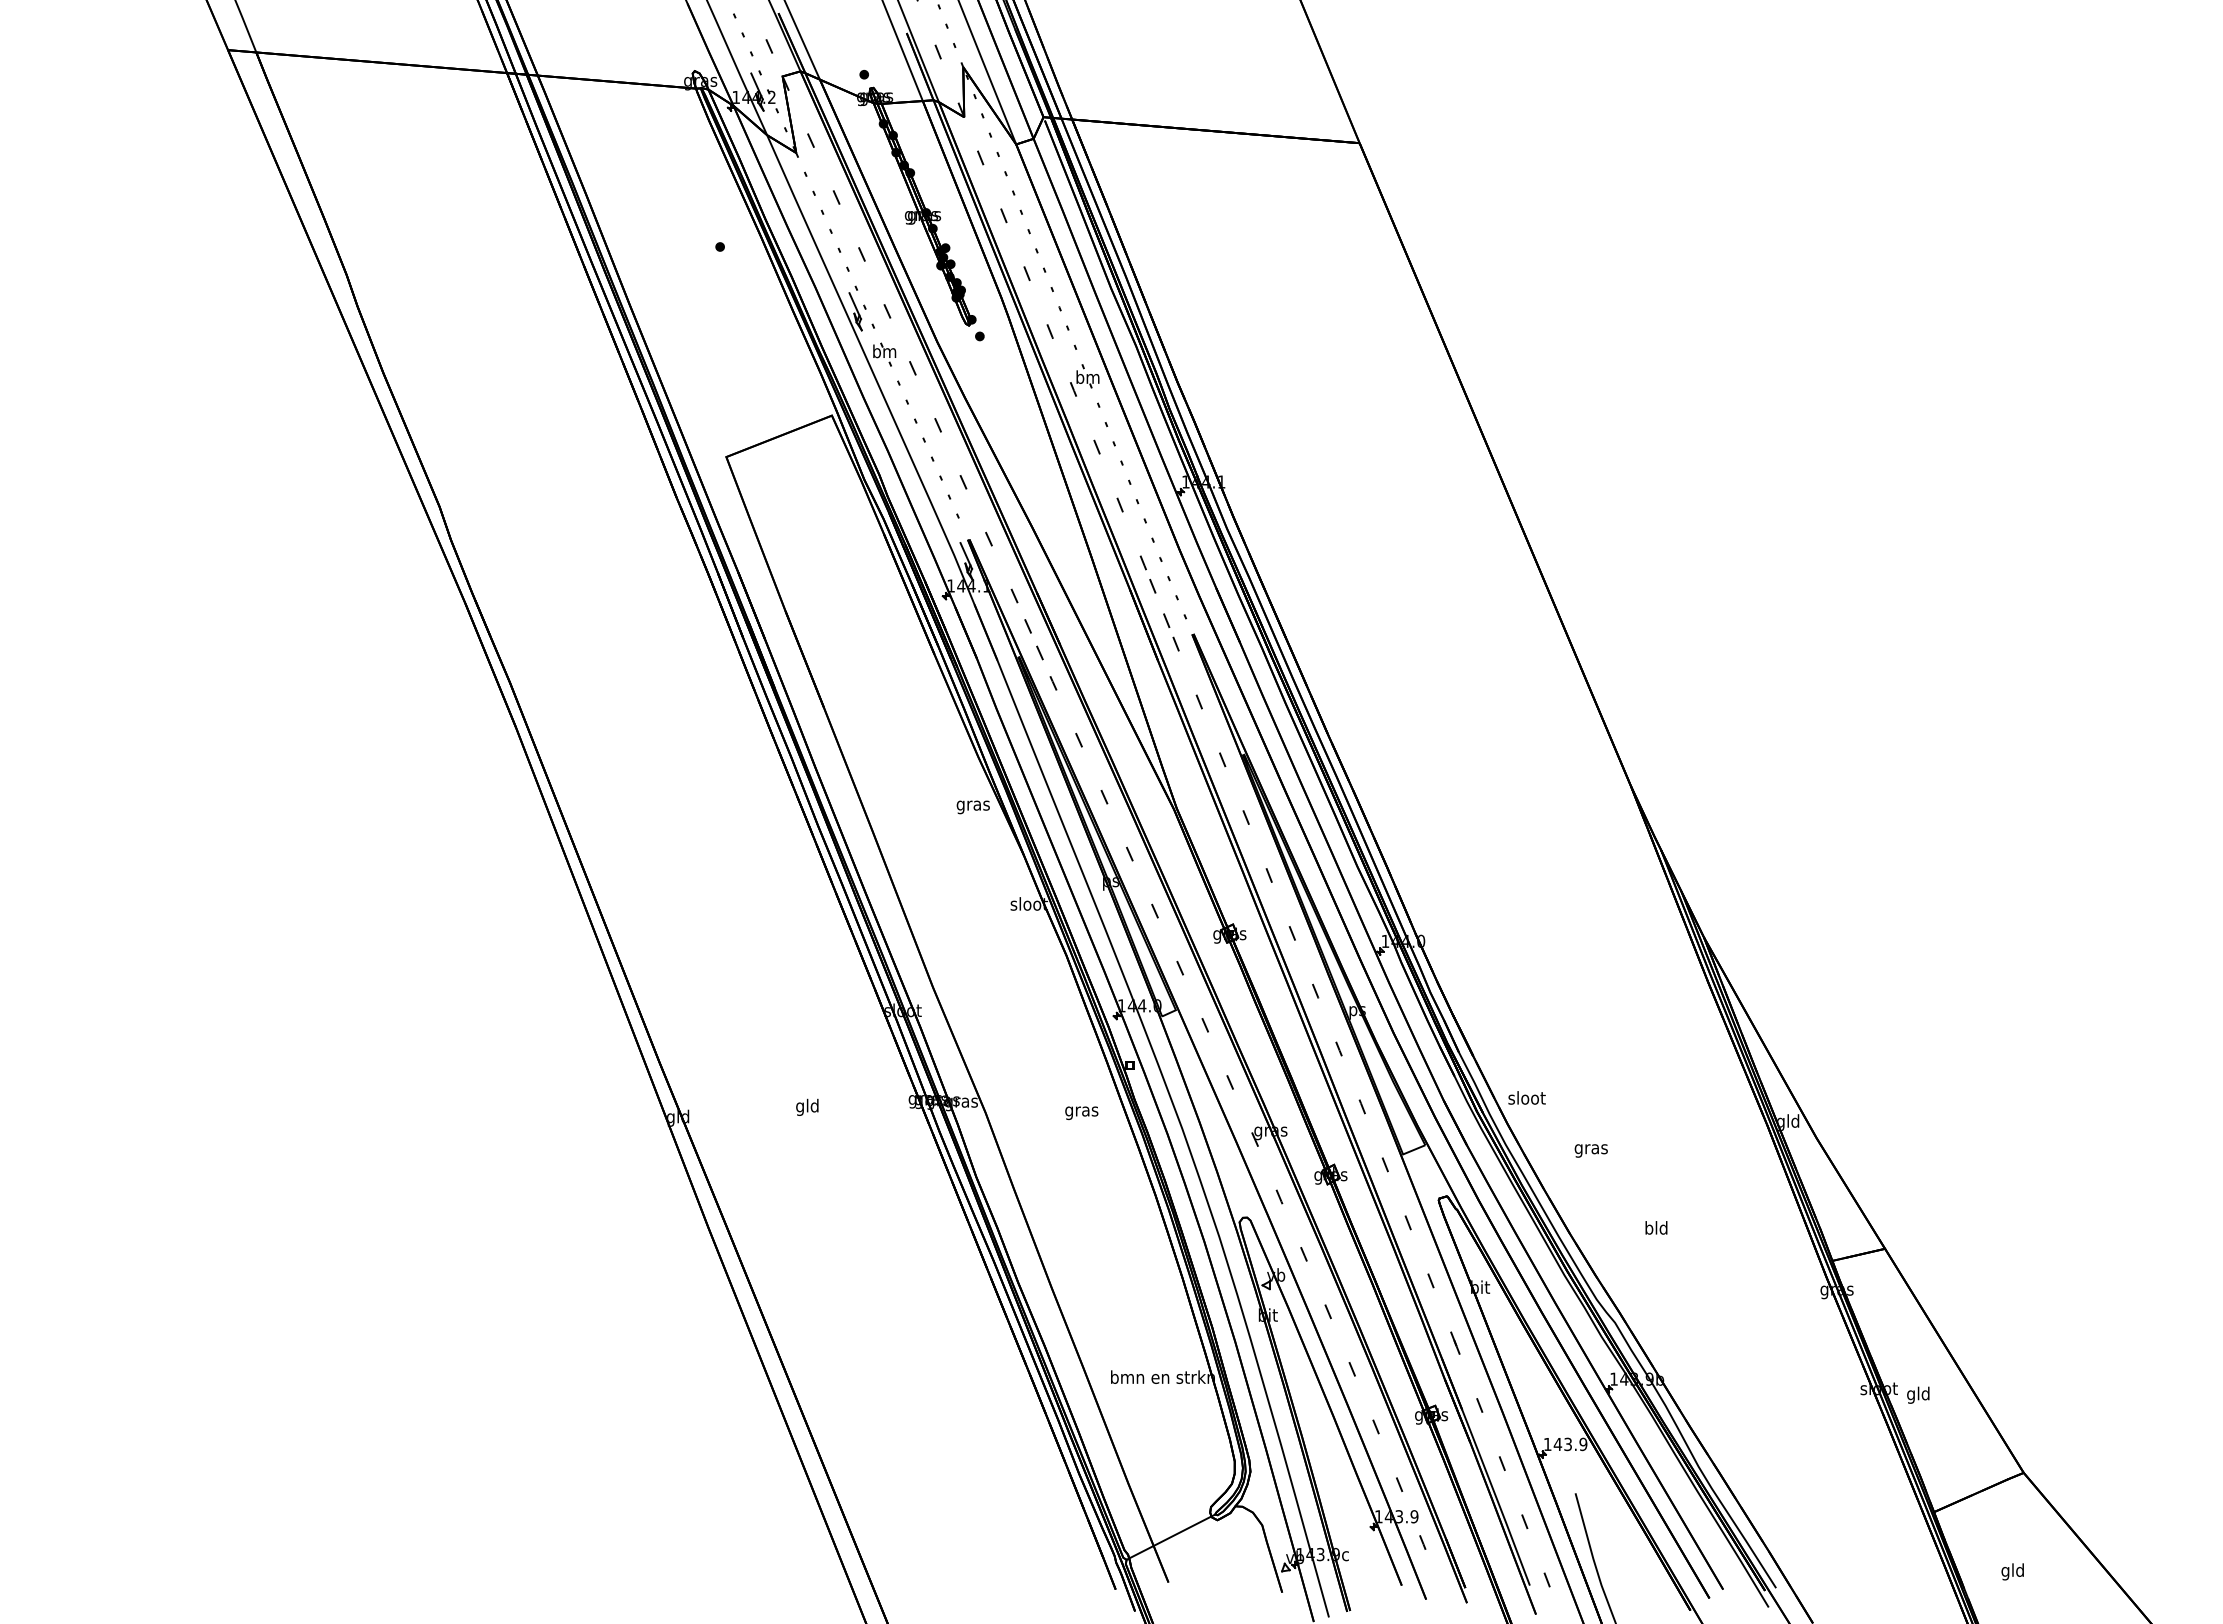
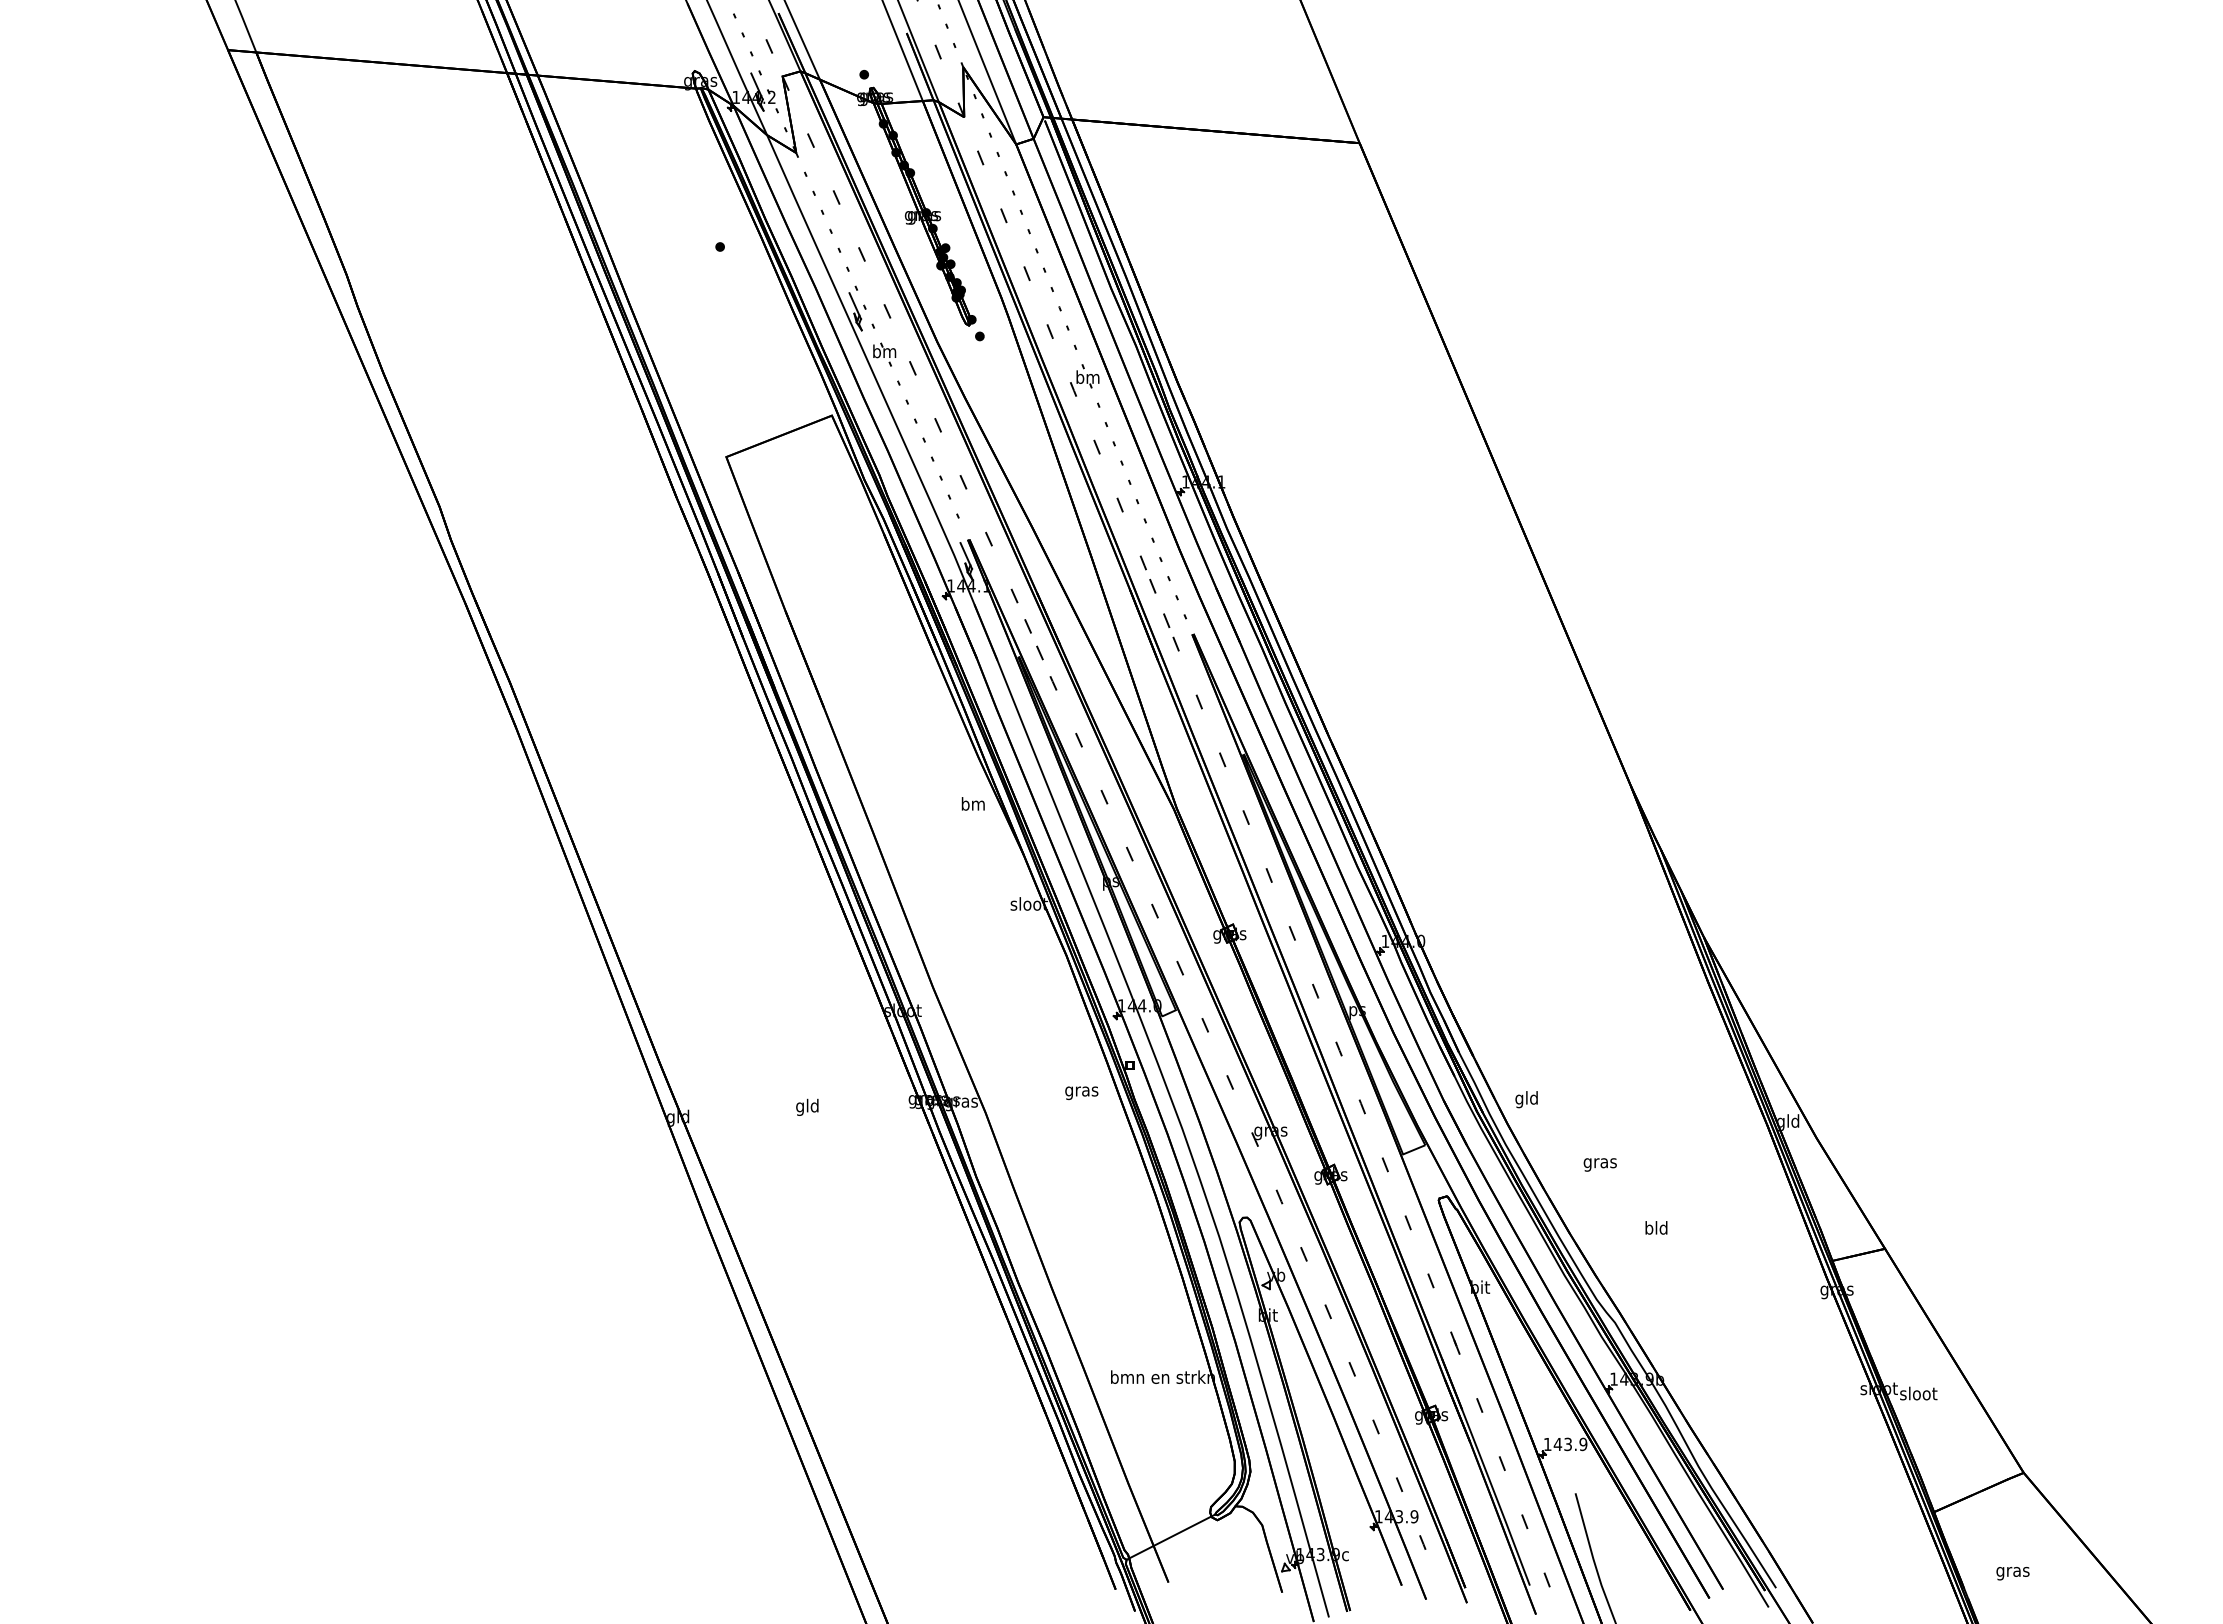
text at (972, 805): gras -> bm
text at (1526, 1099): sloot -> gld
text at (1081, 1113) position: (1081, 1113) -> (1081, 1093)
text at (1590, 1150) position: (1590, 1150) -> (1599, 1164)
text at (1918, 1394): gld -> sloot
text at (2012, 1571): gld -> gras
